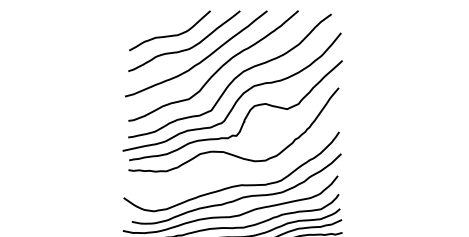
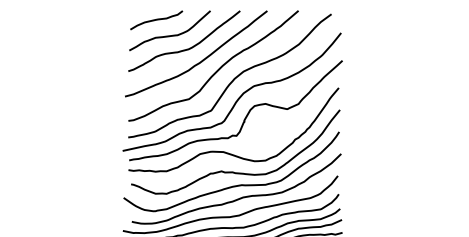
curve at (156, 20): none -> present
curve at (233, 171): none -> present
